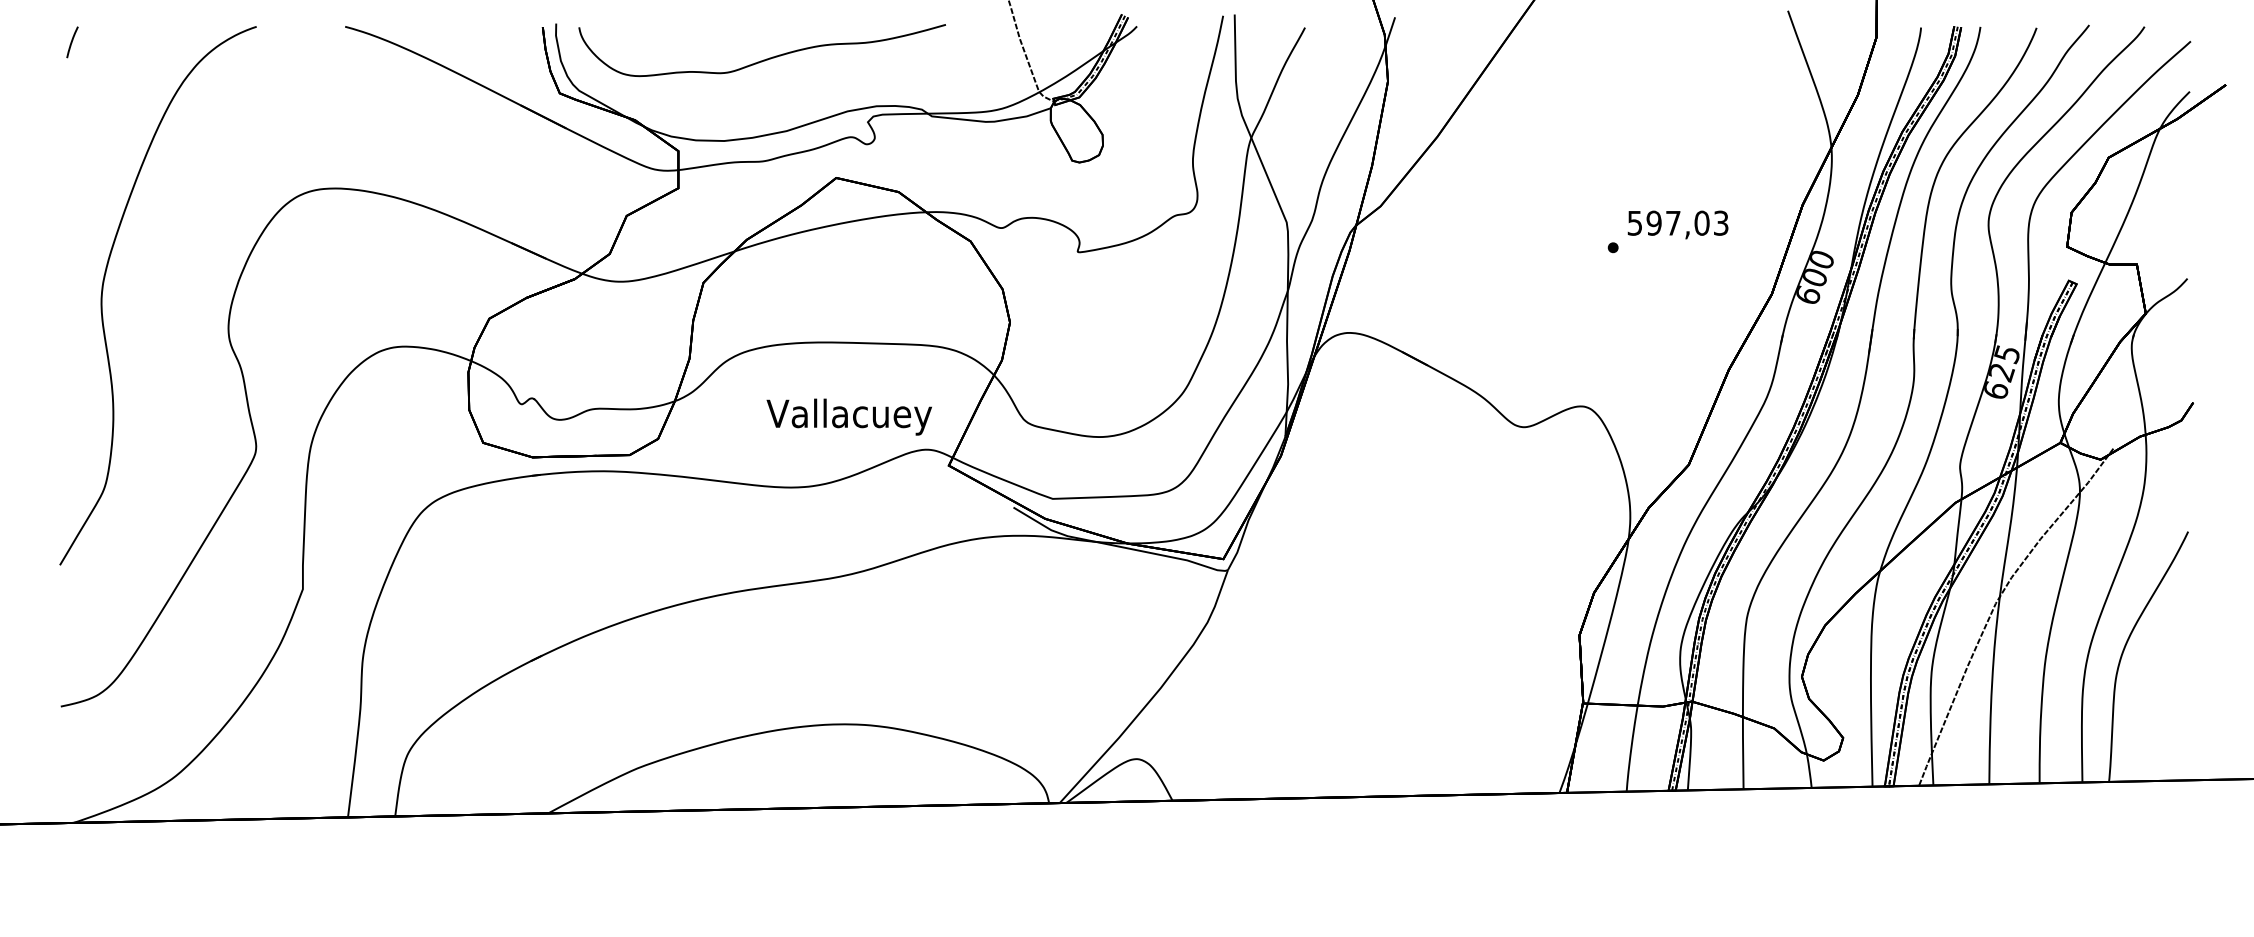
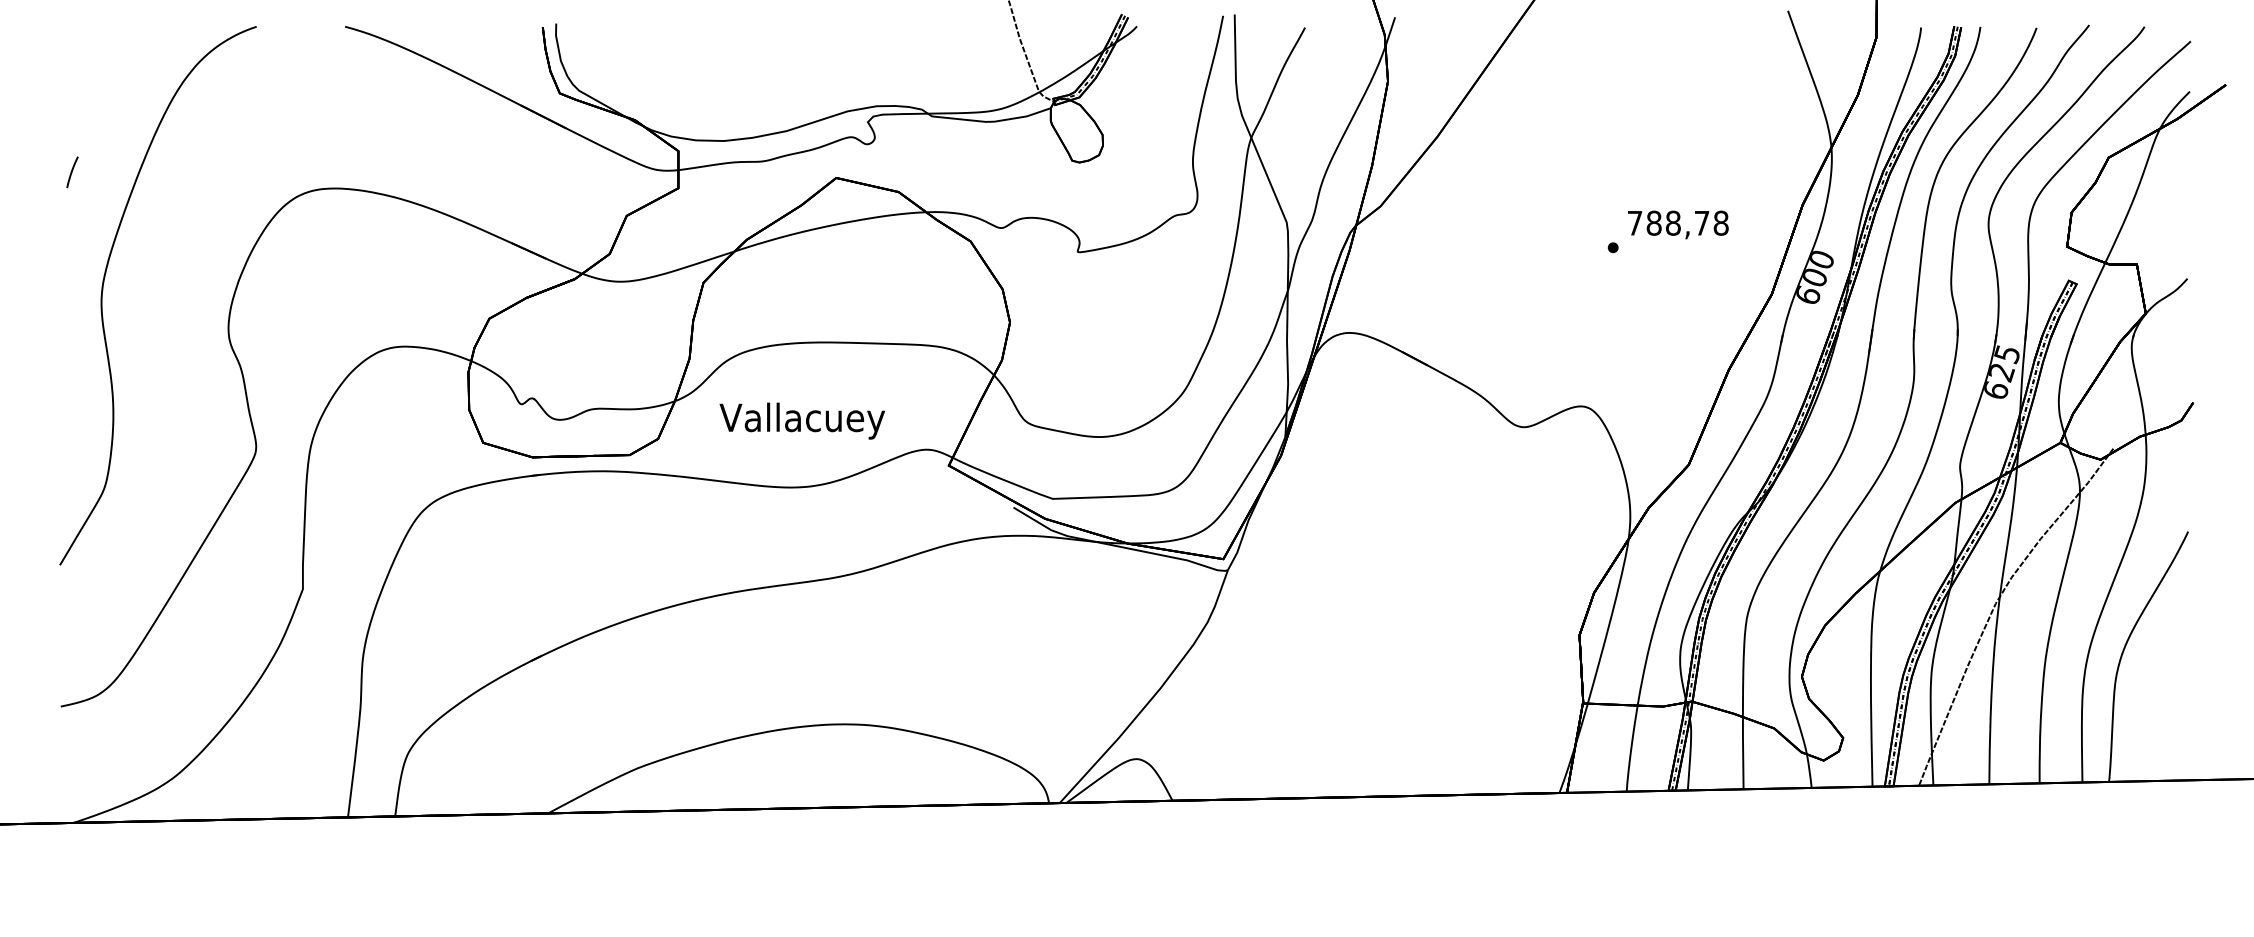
curve at (72, 42) position: (72, 42) -> (72, 172)
curve at (763, 59): present -> none
text at (1677, 222): 597,03 -> 788,78
text at (848, 416) position: (848, 416) -> (801, 420)
